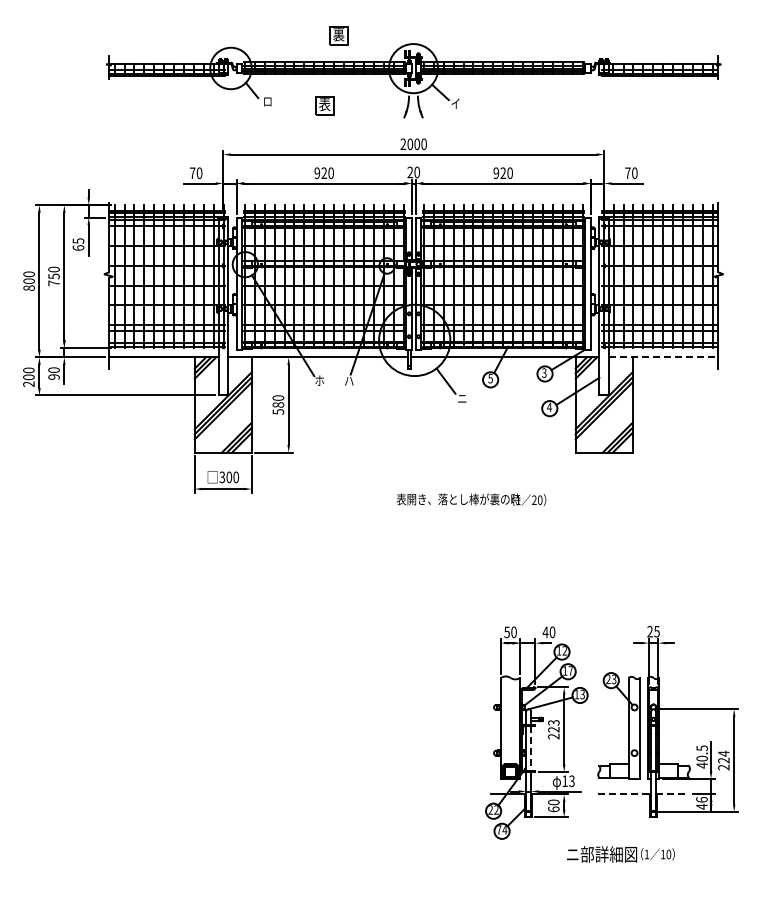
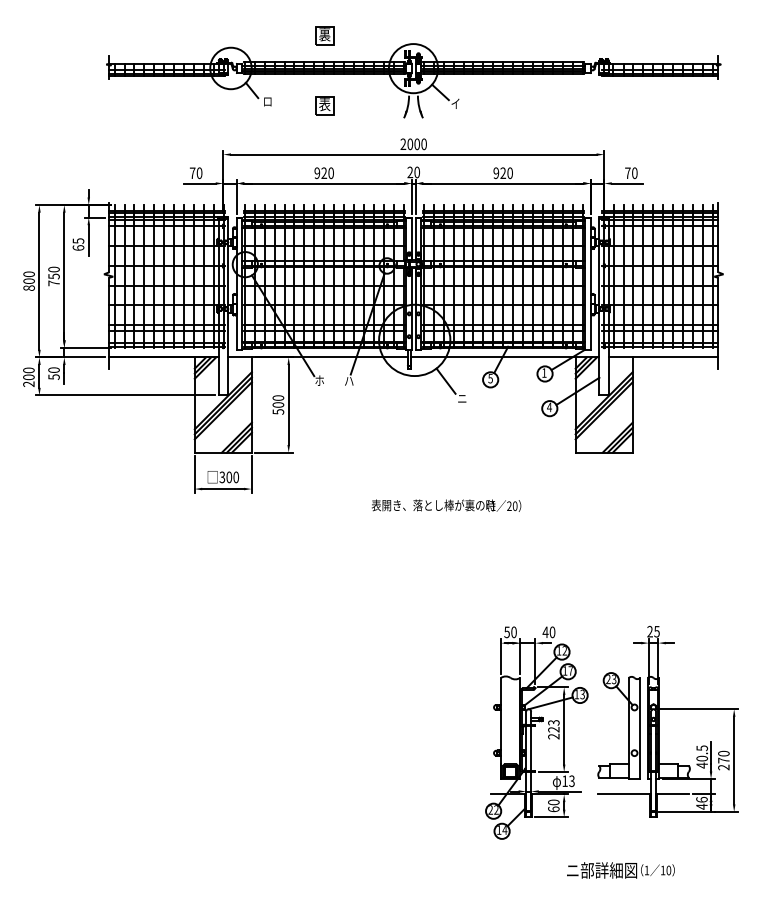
part at (338, 35) position: (338, 35) -> (324, 35)
line at (663, 357): dashed -> solid
text at (544, 372): 3 -> 1
text at (53, 376): 90 -> 50
text at (278, 404): 580 -> 500
text at (471, 499) position: (471, 499) -> (446, 505)
line at (531, 748): dashed -> solid
text at (723, 756): 224 -> 270
line at (625, 794): dashed -> solid
line at (673, 794): dashed -> solid
text at (499, 829): 74 -> 14
text at (620, 854) position: (620, 854) -> (620, 870)
